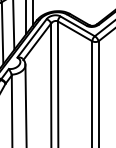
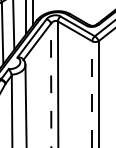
line at (51, 85): solid -> dashed
line at (92, 94): solid -> dashed
